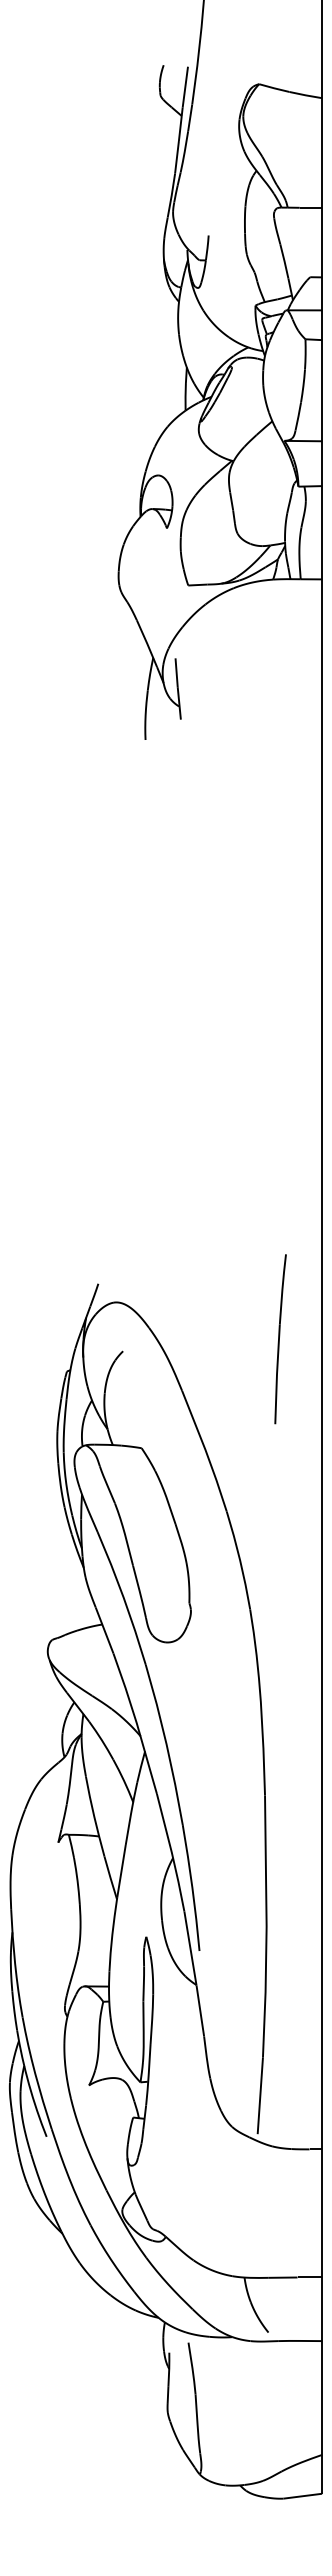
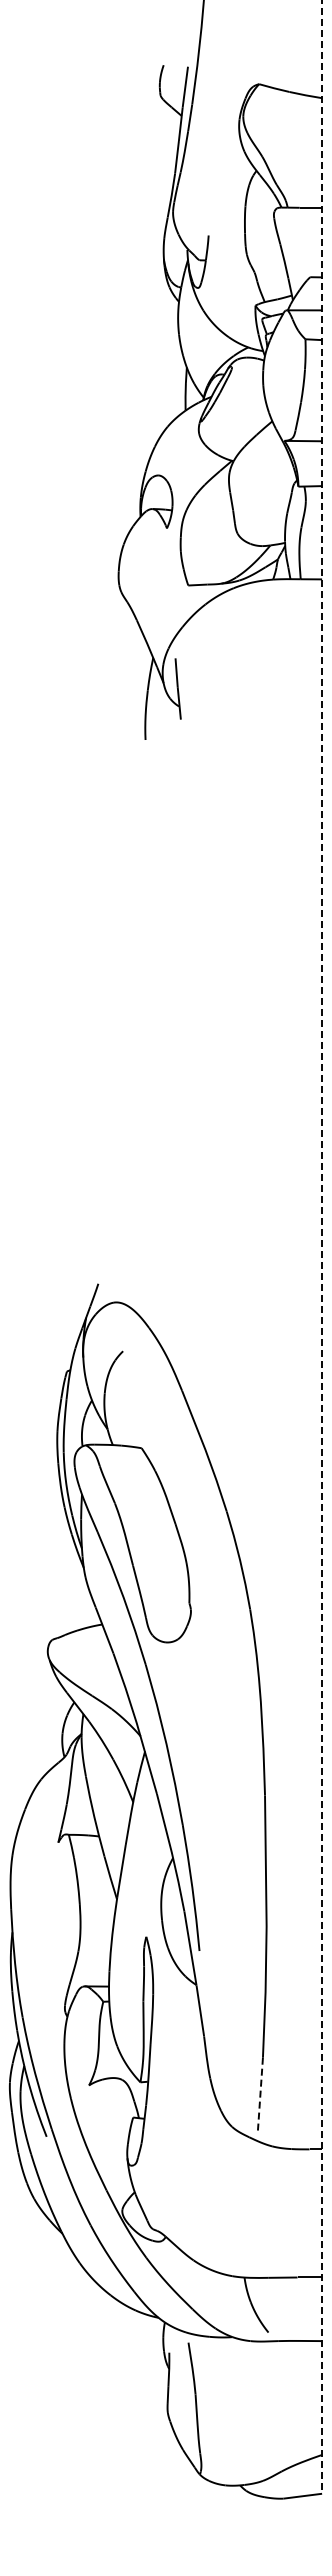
line at (322, 1247): solid -> dashed
part at (280, 1339): present -> none
line at (260, 2096): solid -> dashed
